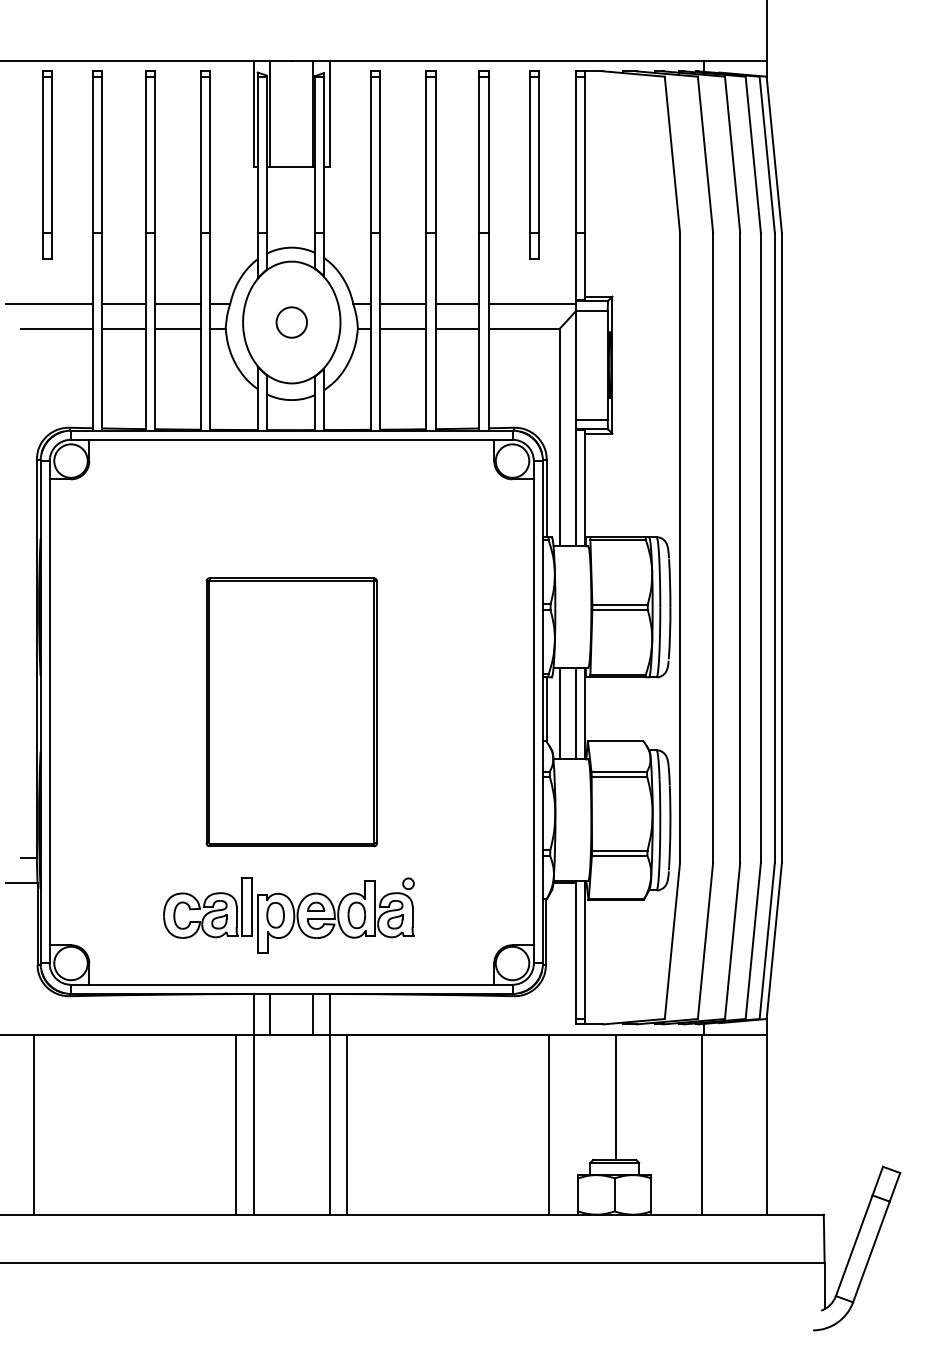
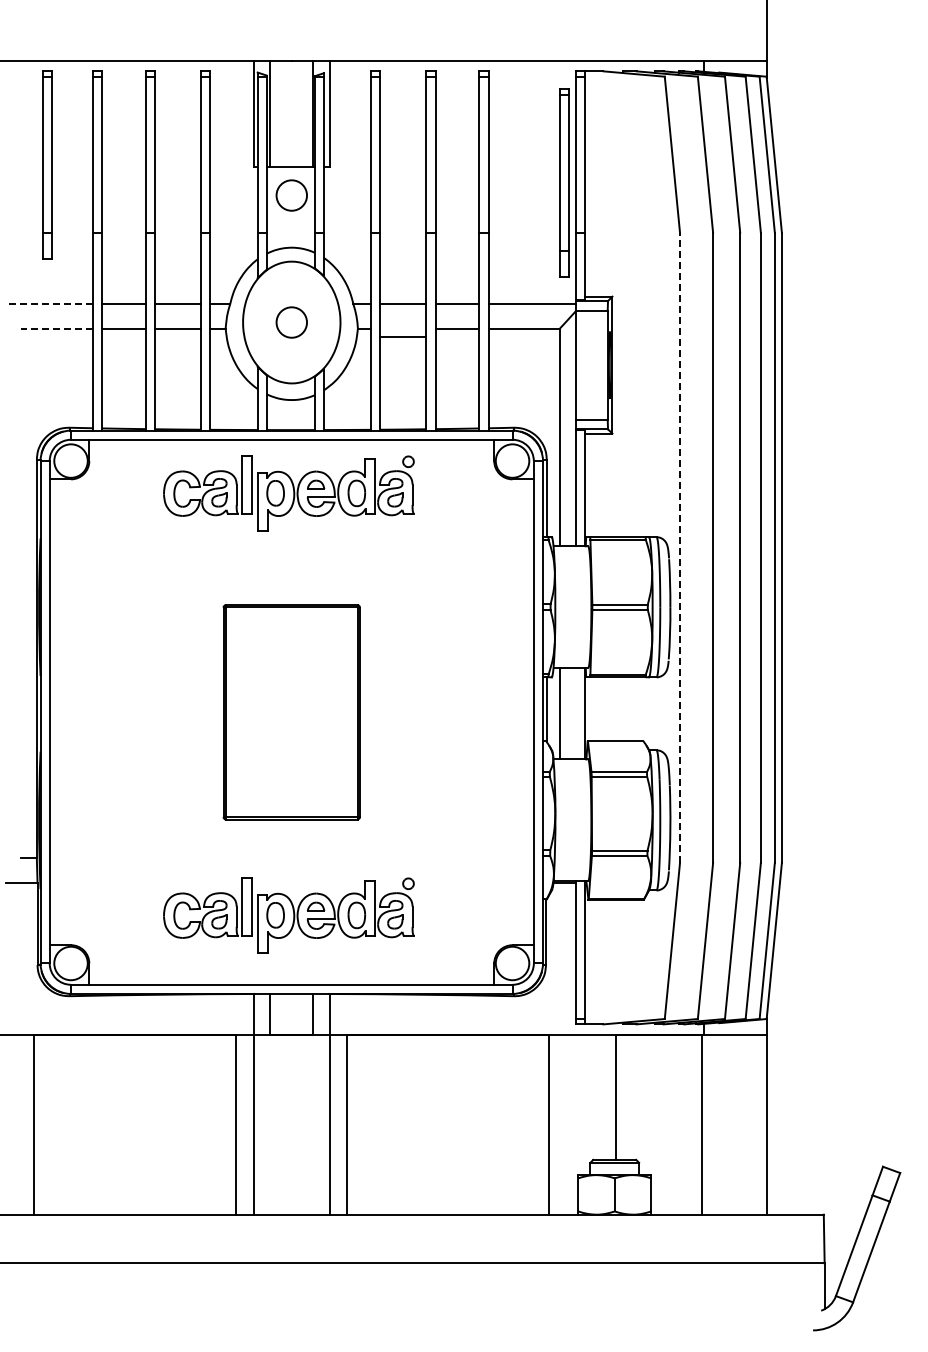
part at (534, 164) position: (534, 164) -> (564, 182)
circle at (291, 195): none -> present
line at (49, 304): solid -> dashed
line at (57, 328): solid -> dashed
line at (403, 328) position: (403, 328) -> (403, 336)
part at (288, 493): none -> present
line at (680, 547): solid -> dashed
part at (291, 712) size: 173x271 px -> 139x217 px
line at (575, 713): present -> none
